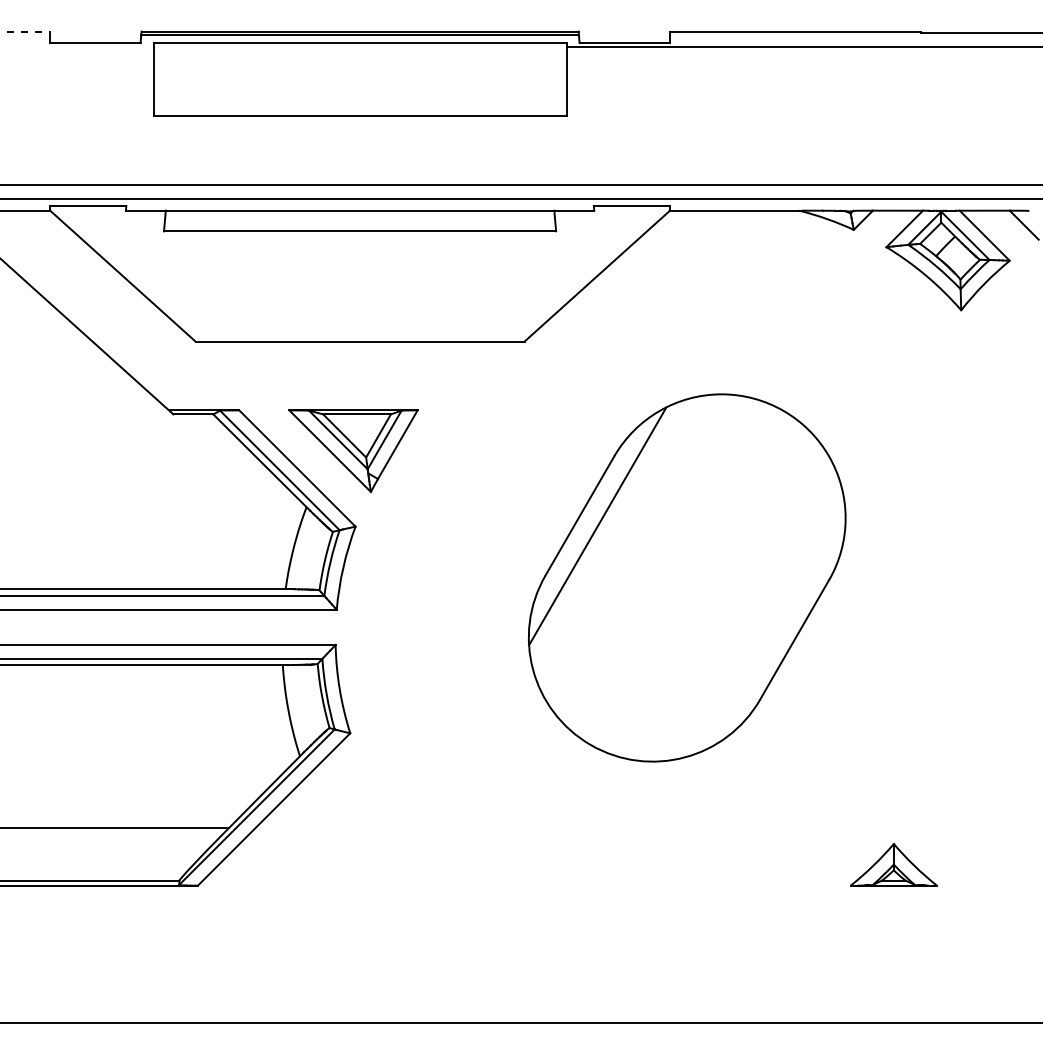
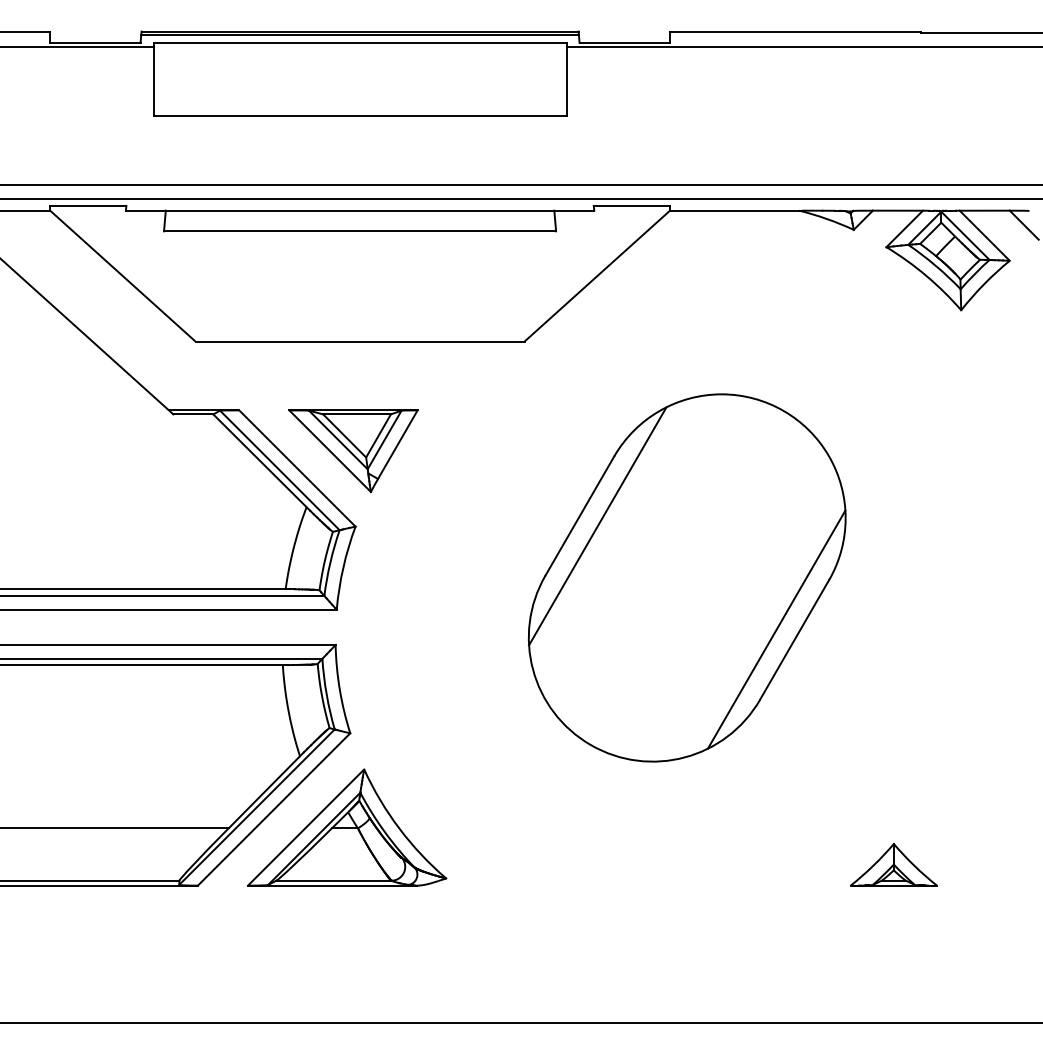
line at (25, 31): dashed -> solid
line at (77, 46): none -> present
line at (776, 629): none -> present
part at (347, 827): none -> present
